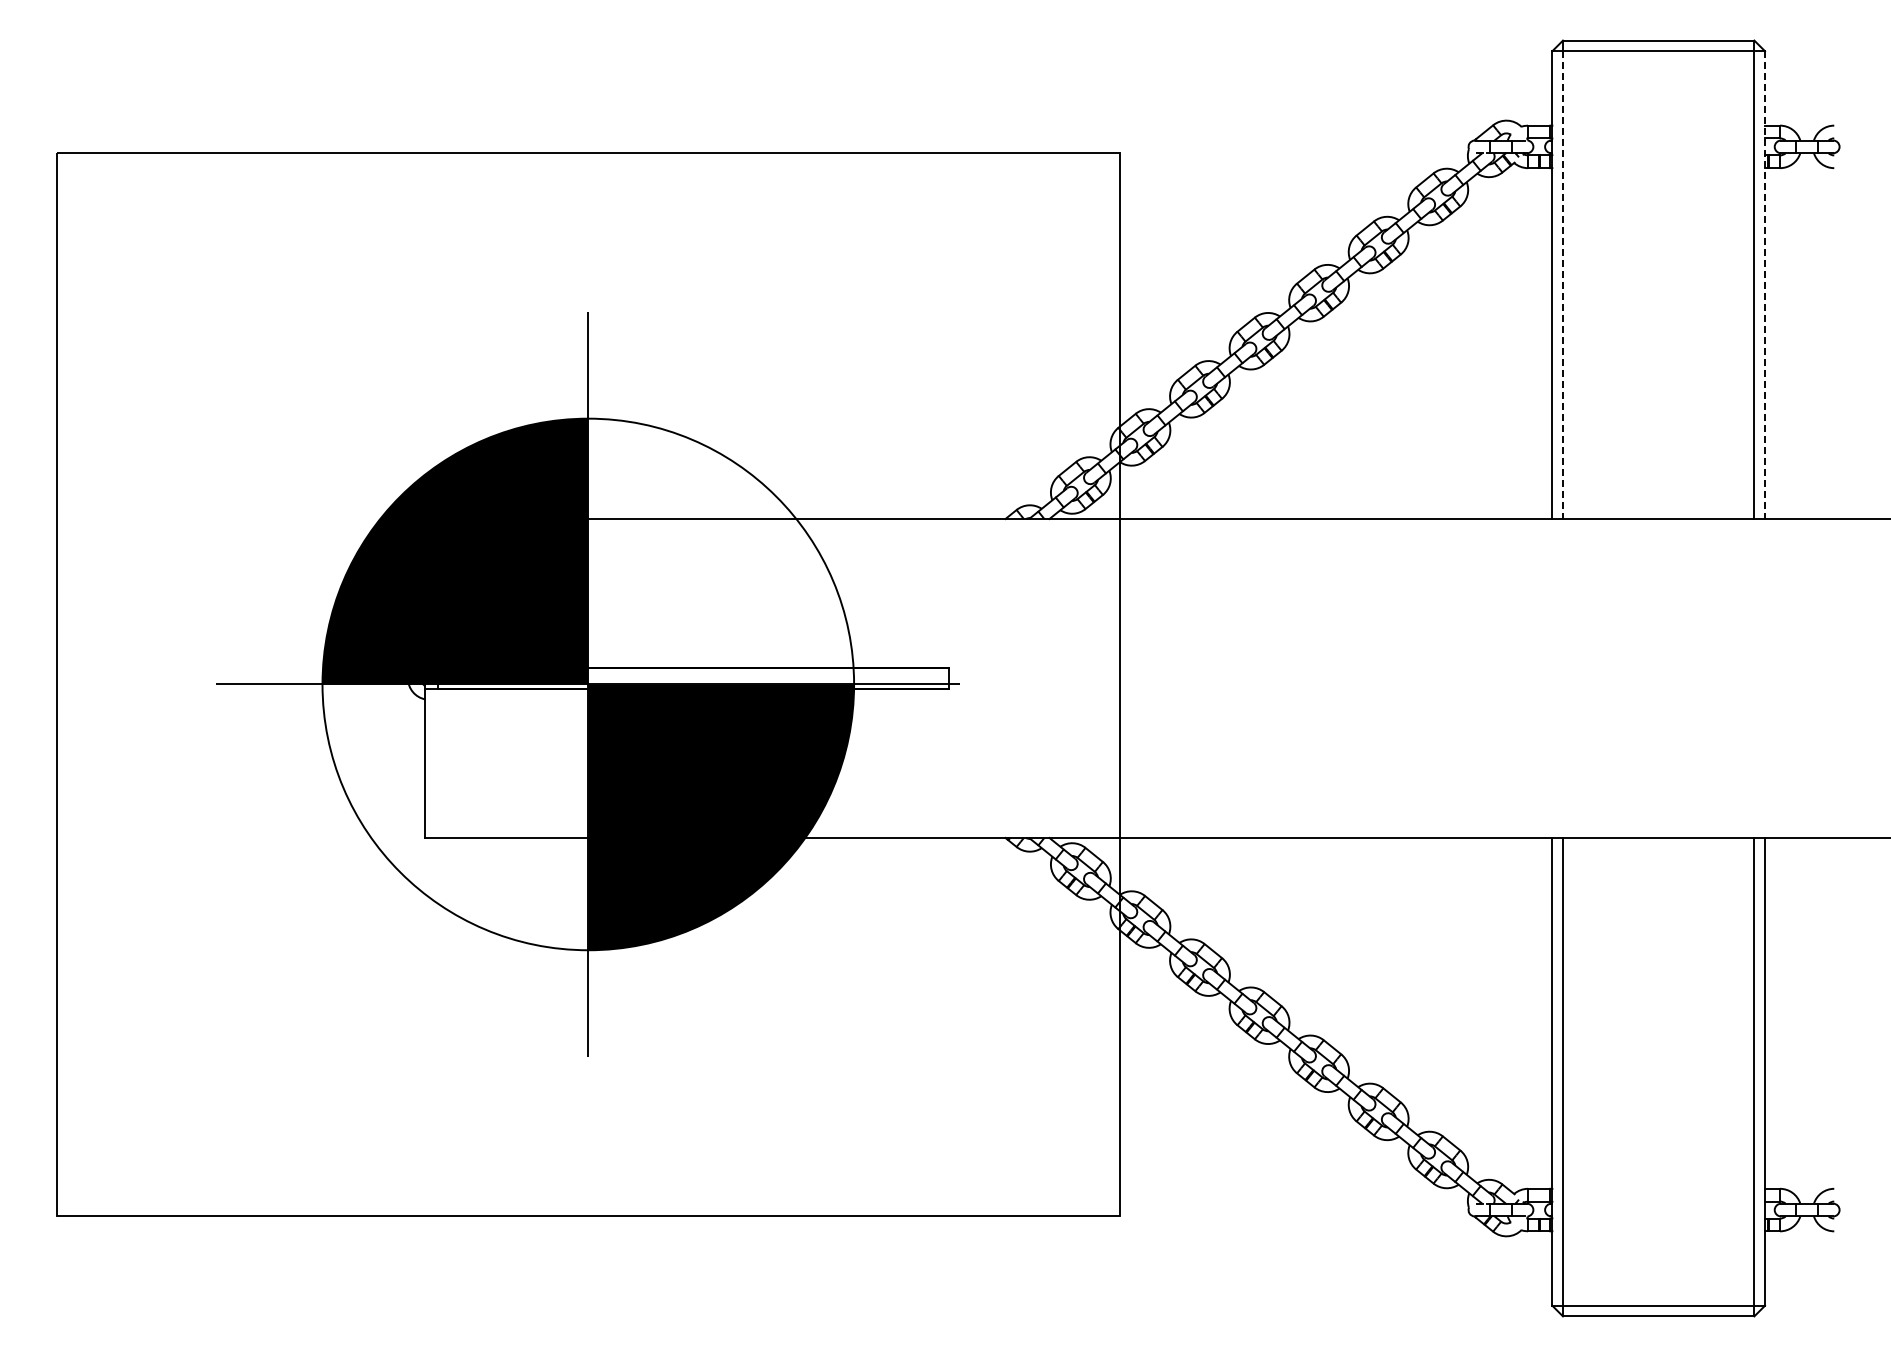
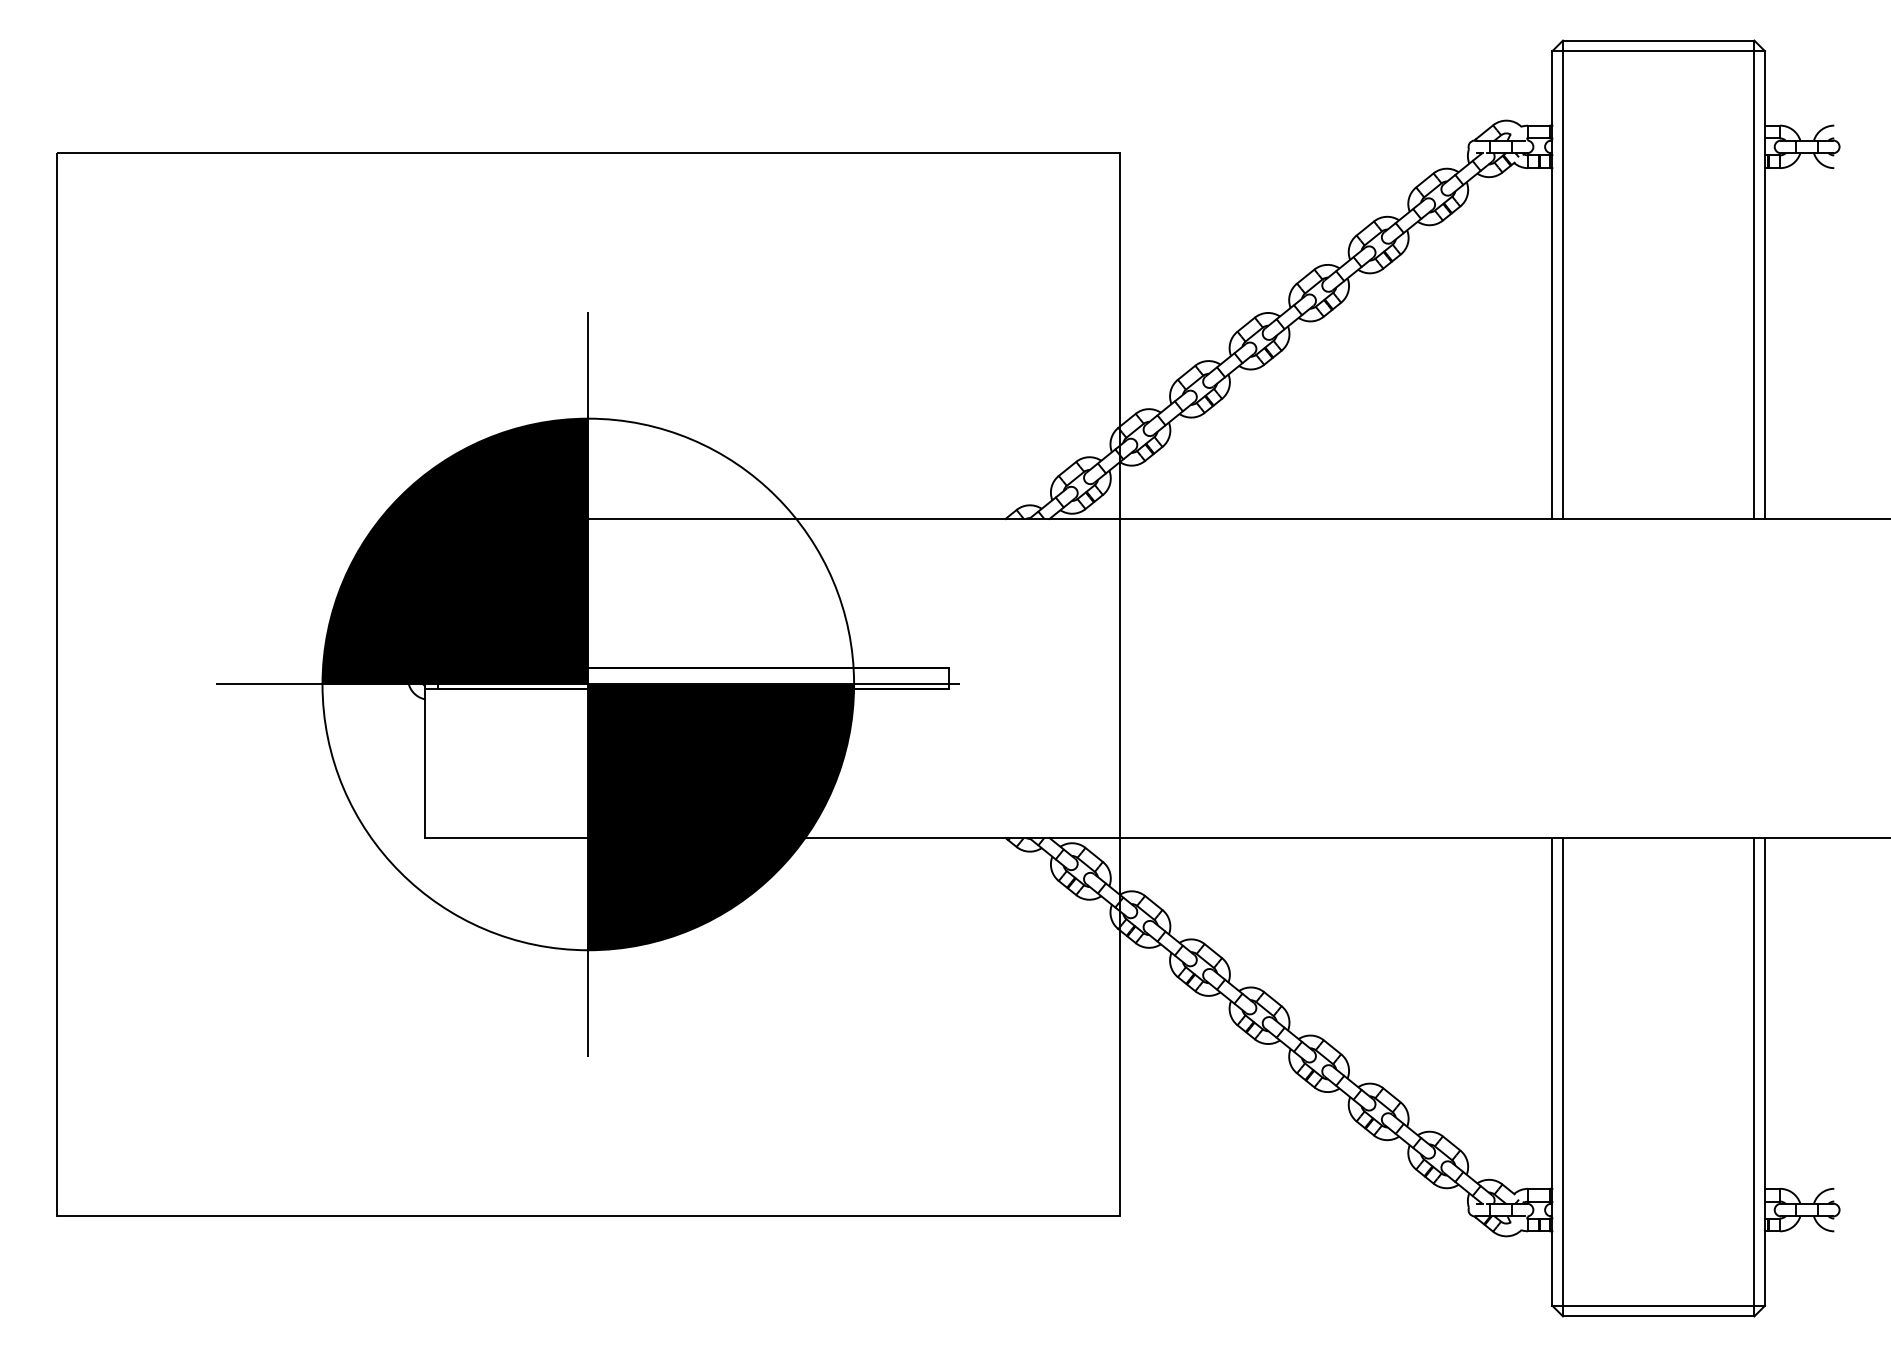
line at (1563, 285): dashed -> solid
line at (1765, 285): dashed -> solid
